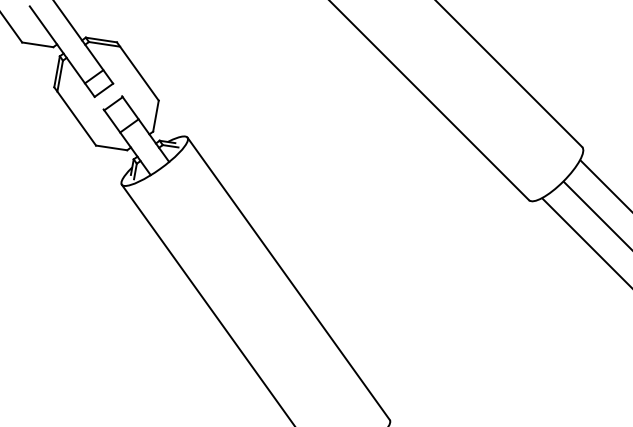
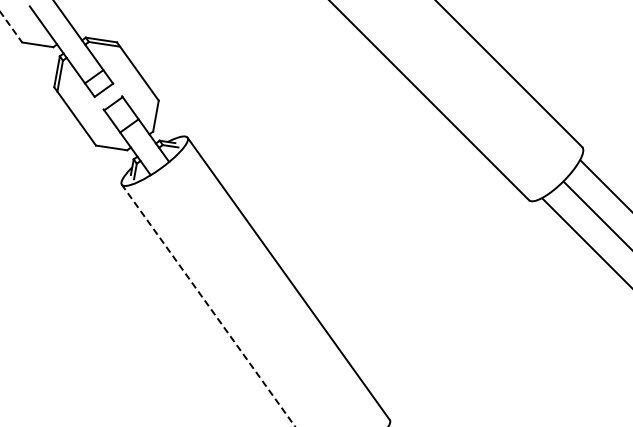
line at (11, 27): solid -> dashed
line at (208, 305): solid -> dashed
